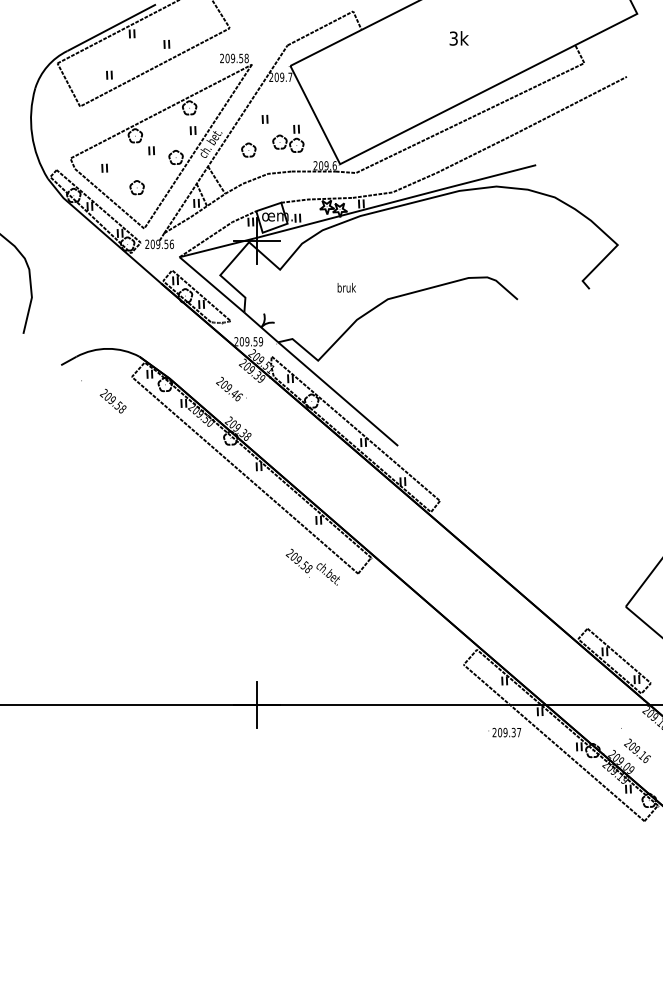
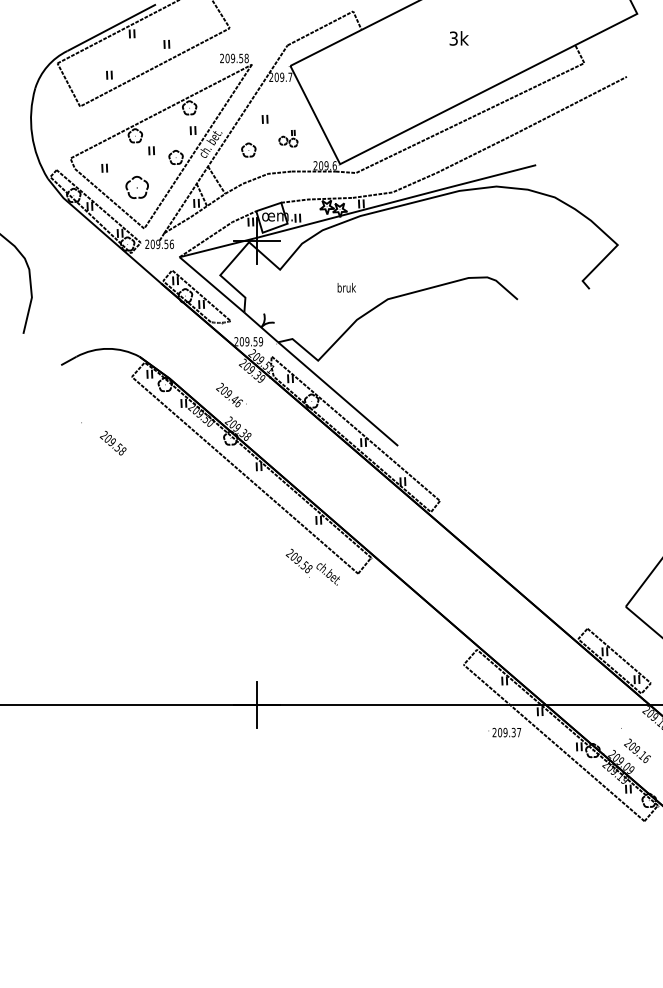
part at (288, 138) size: 33x29 px -> 21x19 px
part at (136, 187) size: 16x16 px -> 24x23 px
text at (231, 388) position: (231, 388) -> (231, 394)
text at (103, 396) position: (103, 396) -> (103, 438)
